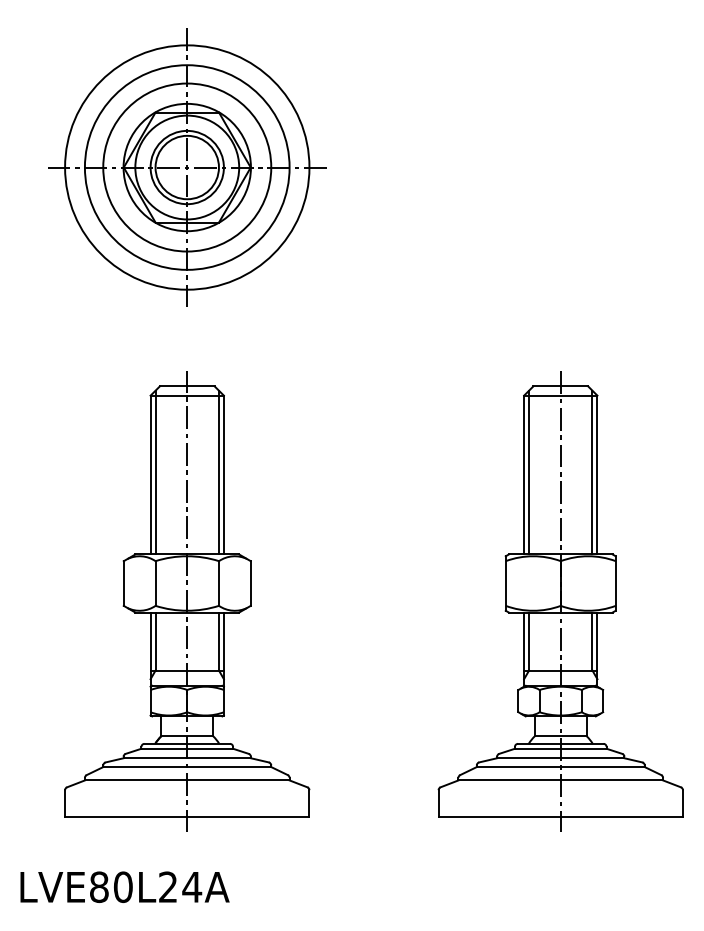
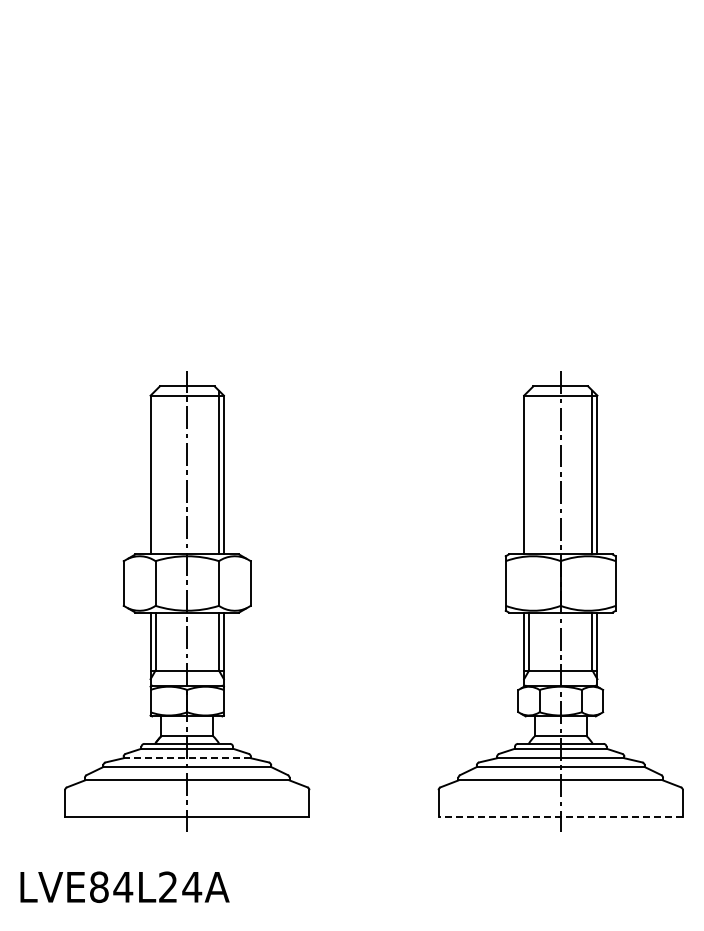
part at (187, 167): present -> none
line at (155, 472): present -> none
line at (529, 472): present -> none
line at (187, 758): solid -> dashed
line at (560, 817): solid -> dashed
text at (123, 887): LVE80L24A -> LVE84L24A
